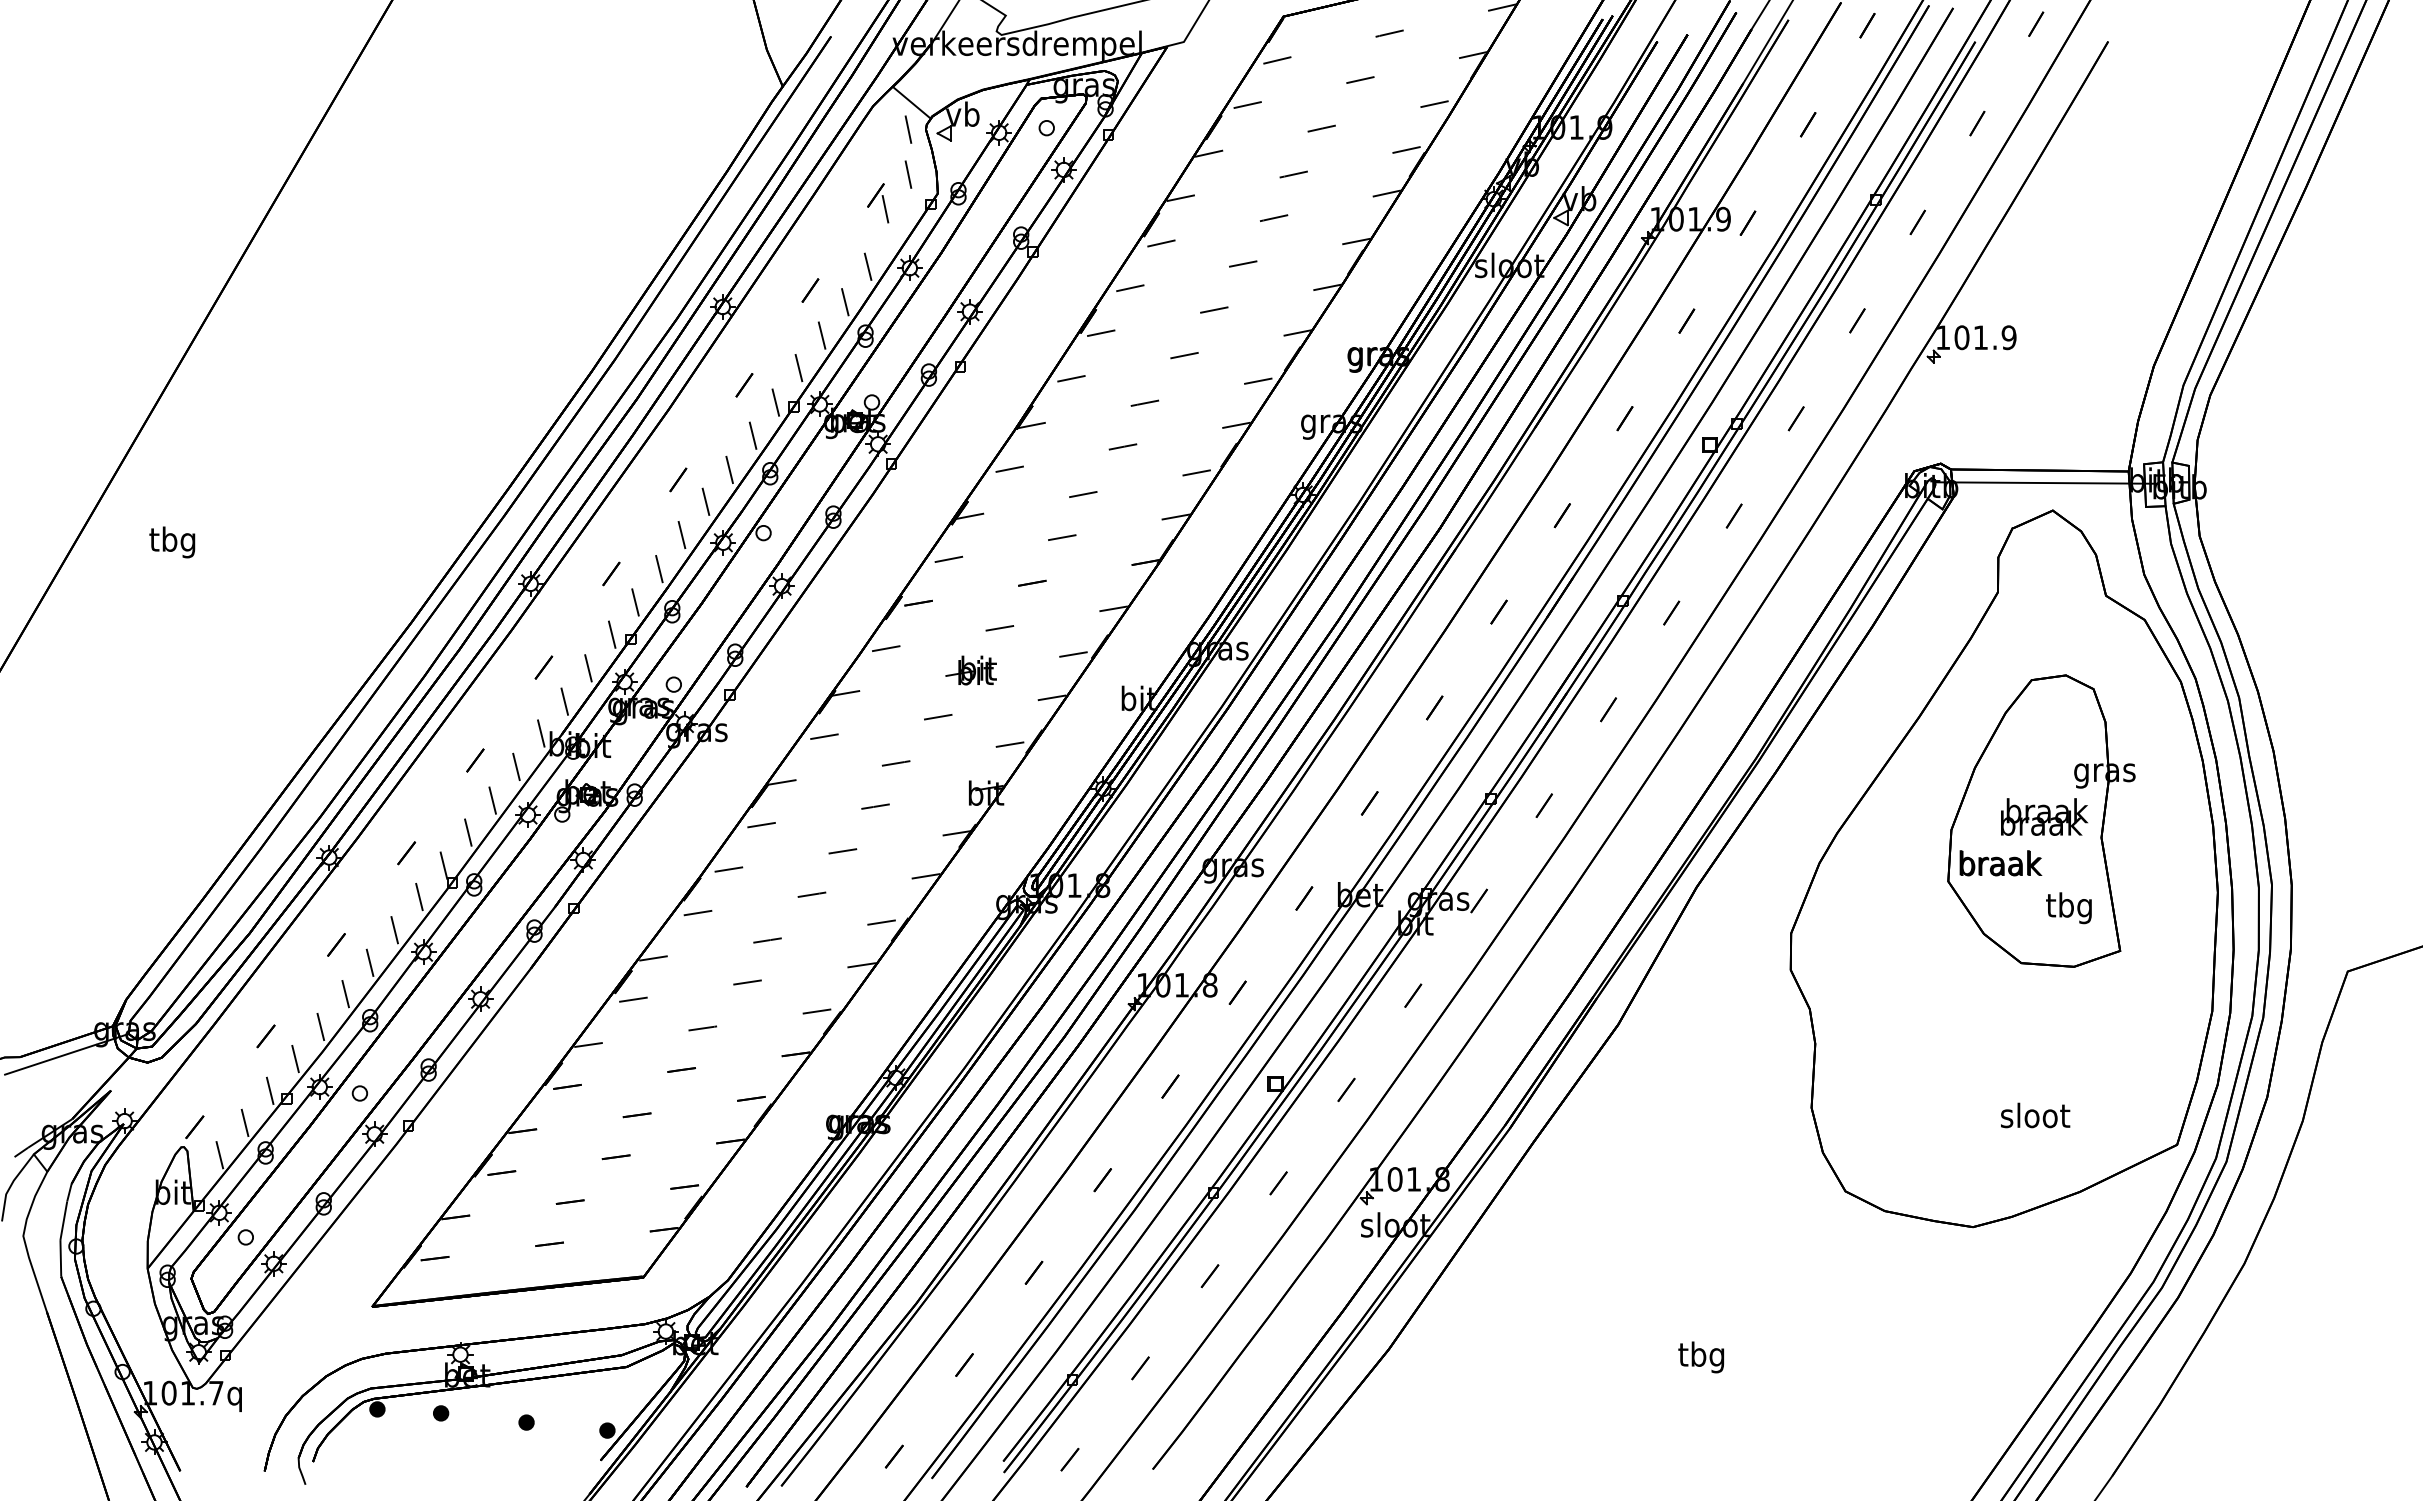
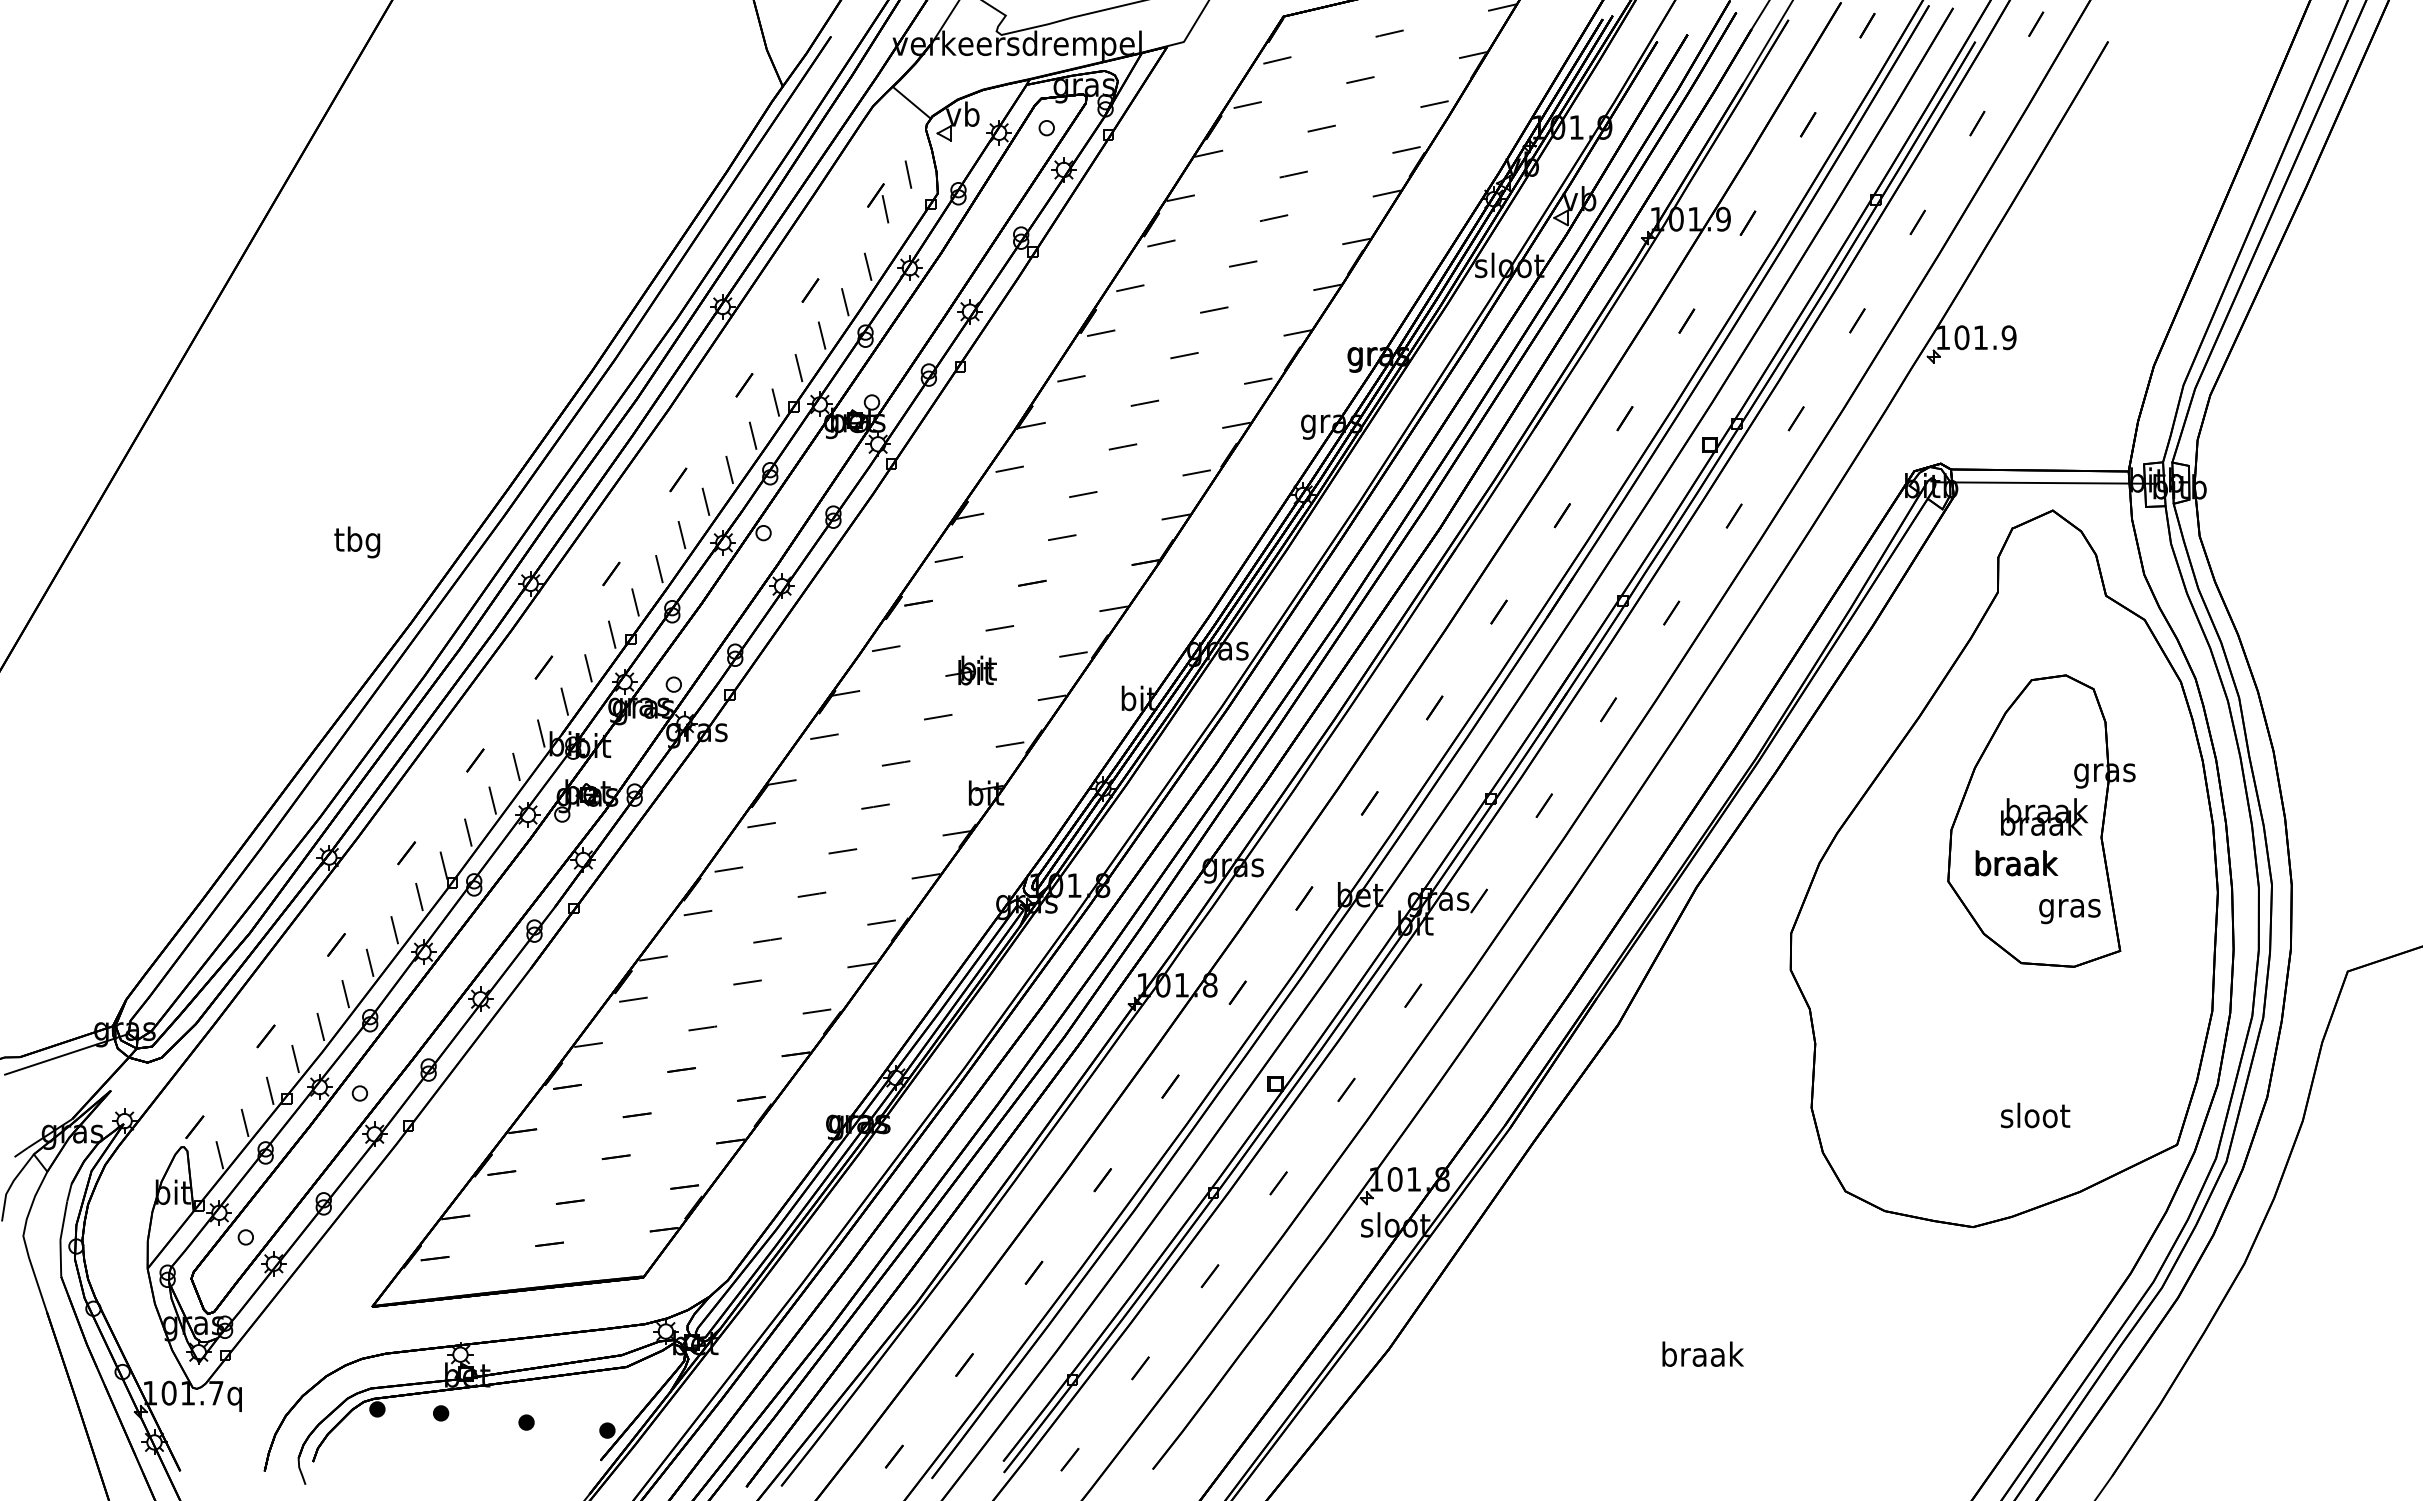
line at (908, 129): present -> none
text at (172, 542) position: (172, 542) -> (357, 542)
text at (2000, 863) position: (2000, 863) -> (2016, 863)
text at (2069, 908): tbg -> gras
text at (1702, 1357): tbg -> braak
